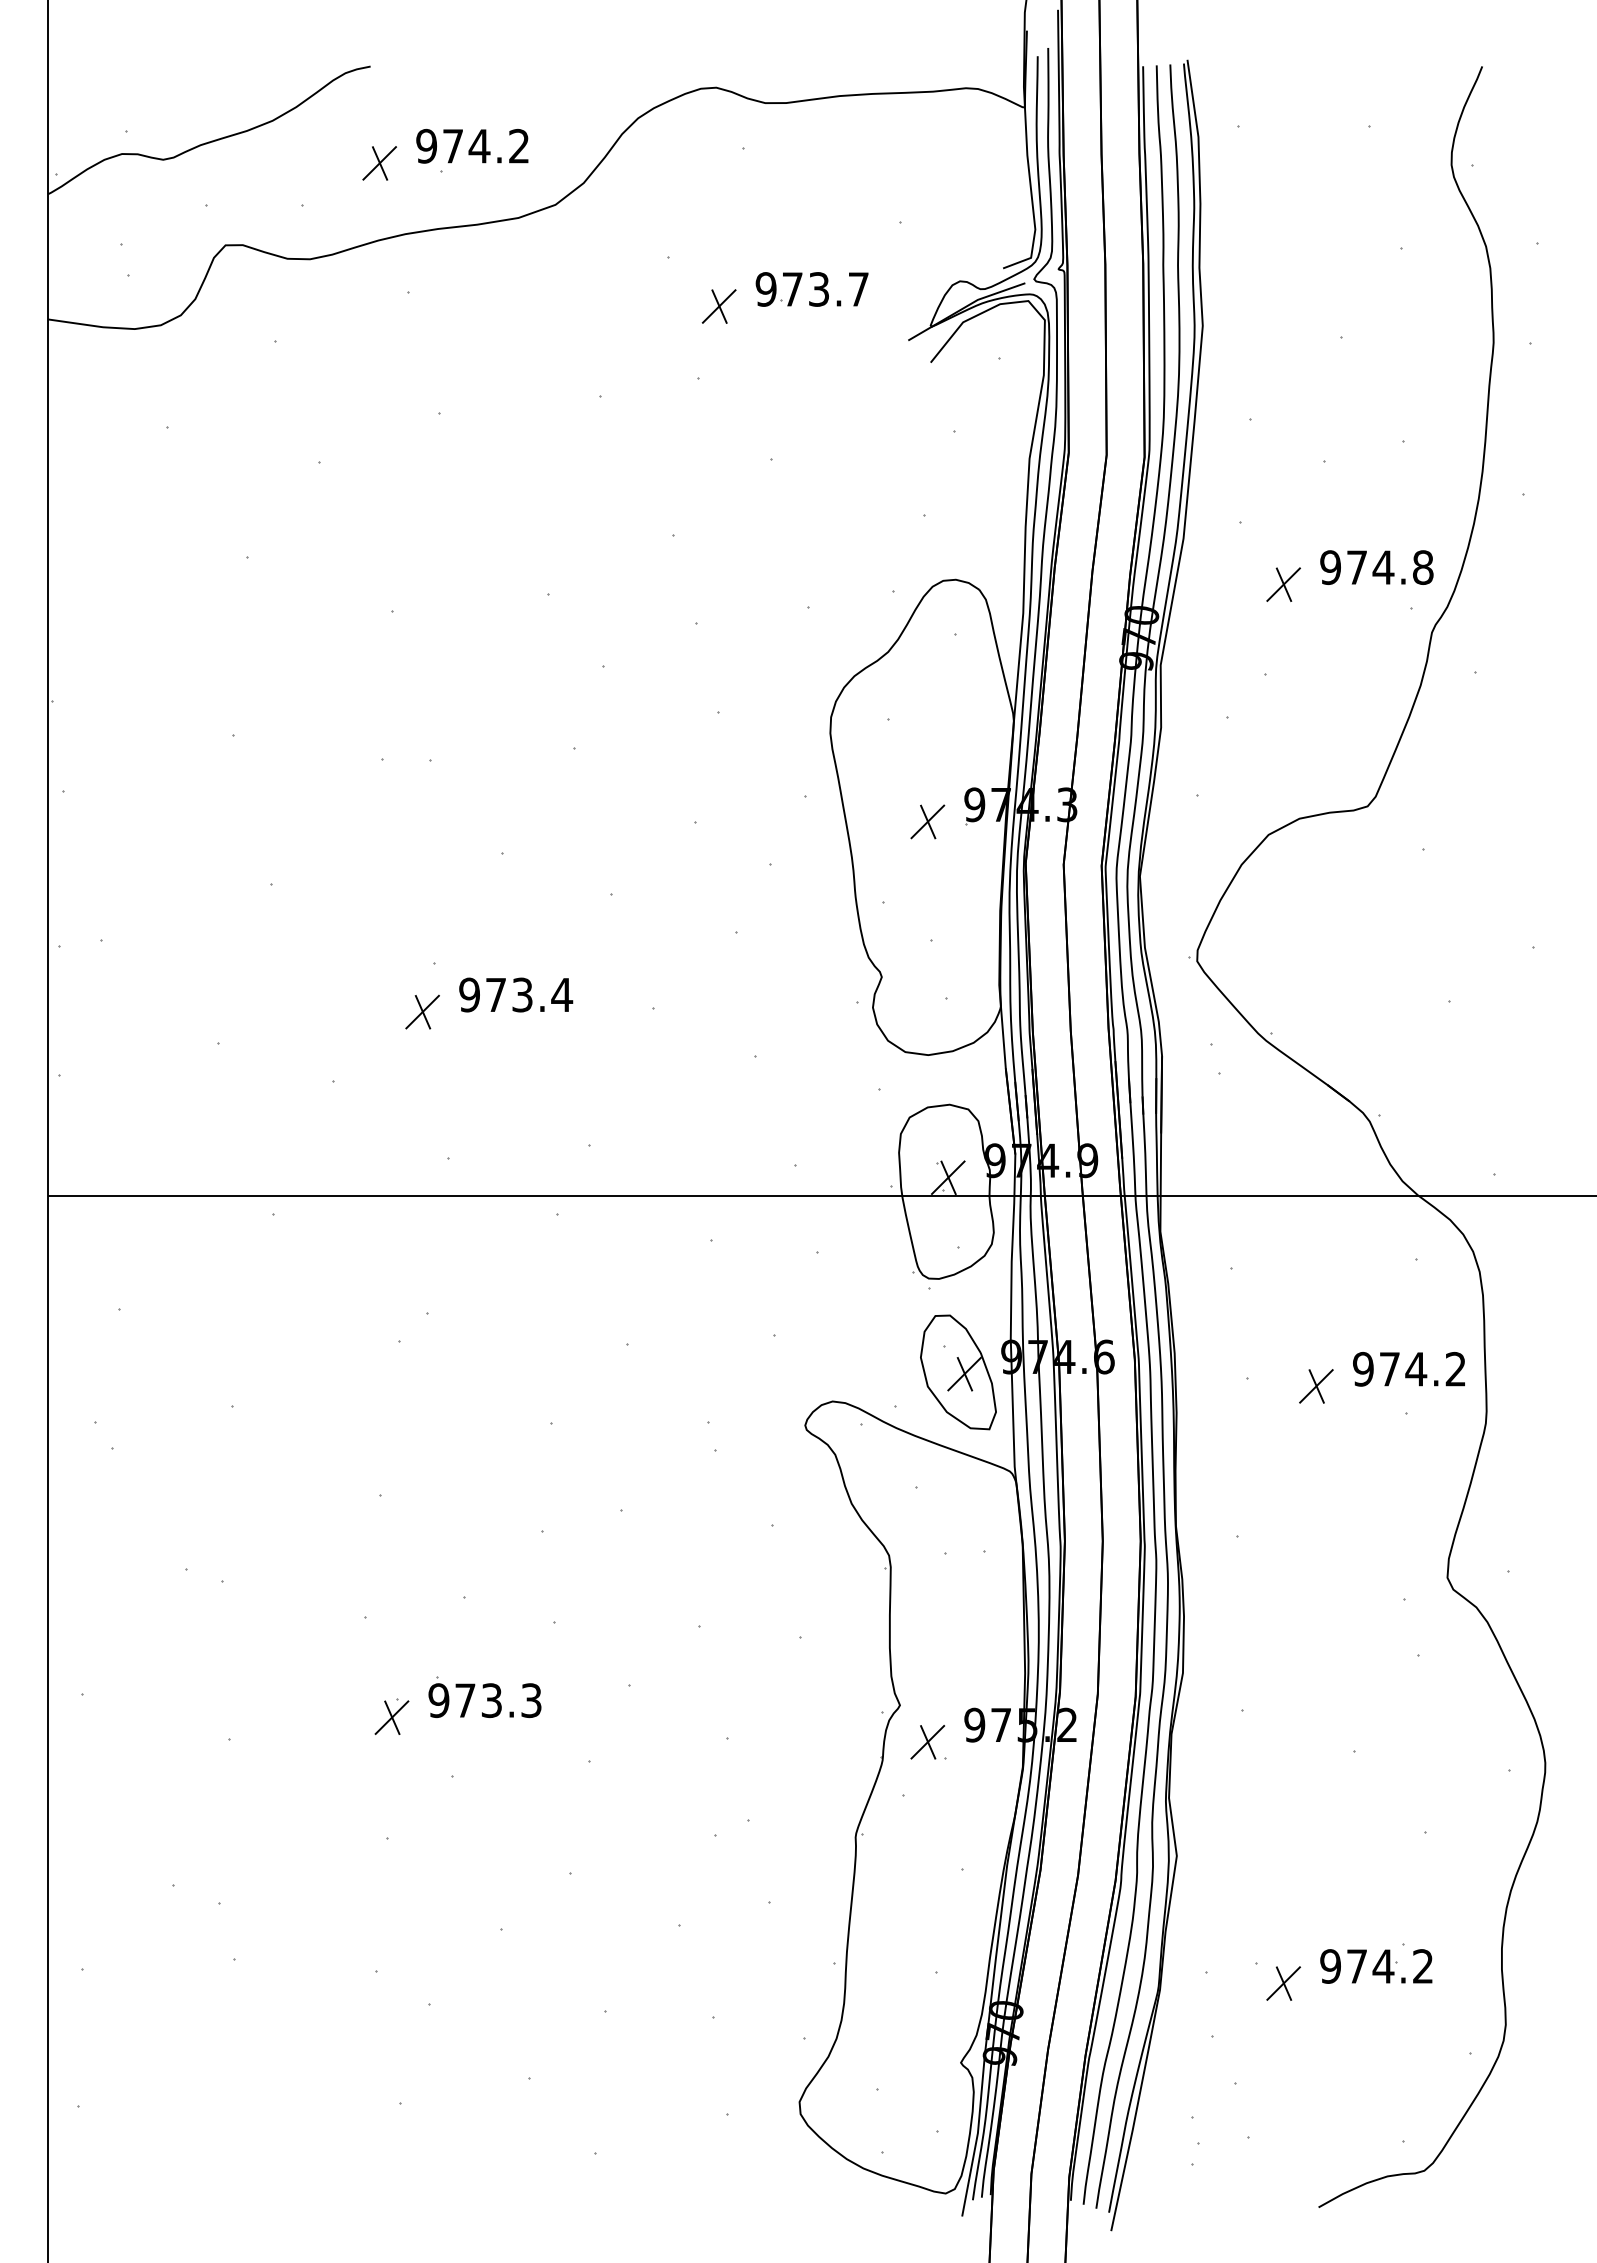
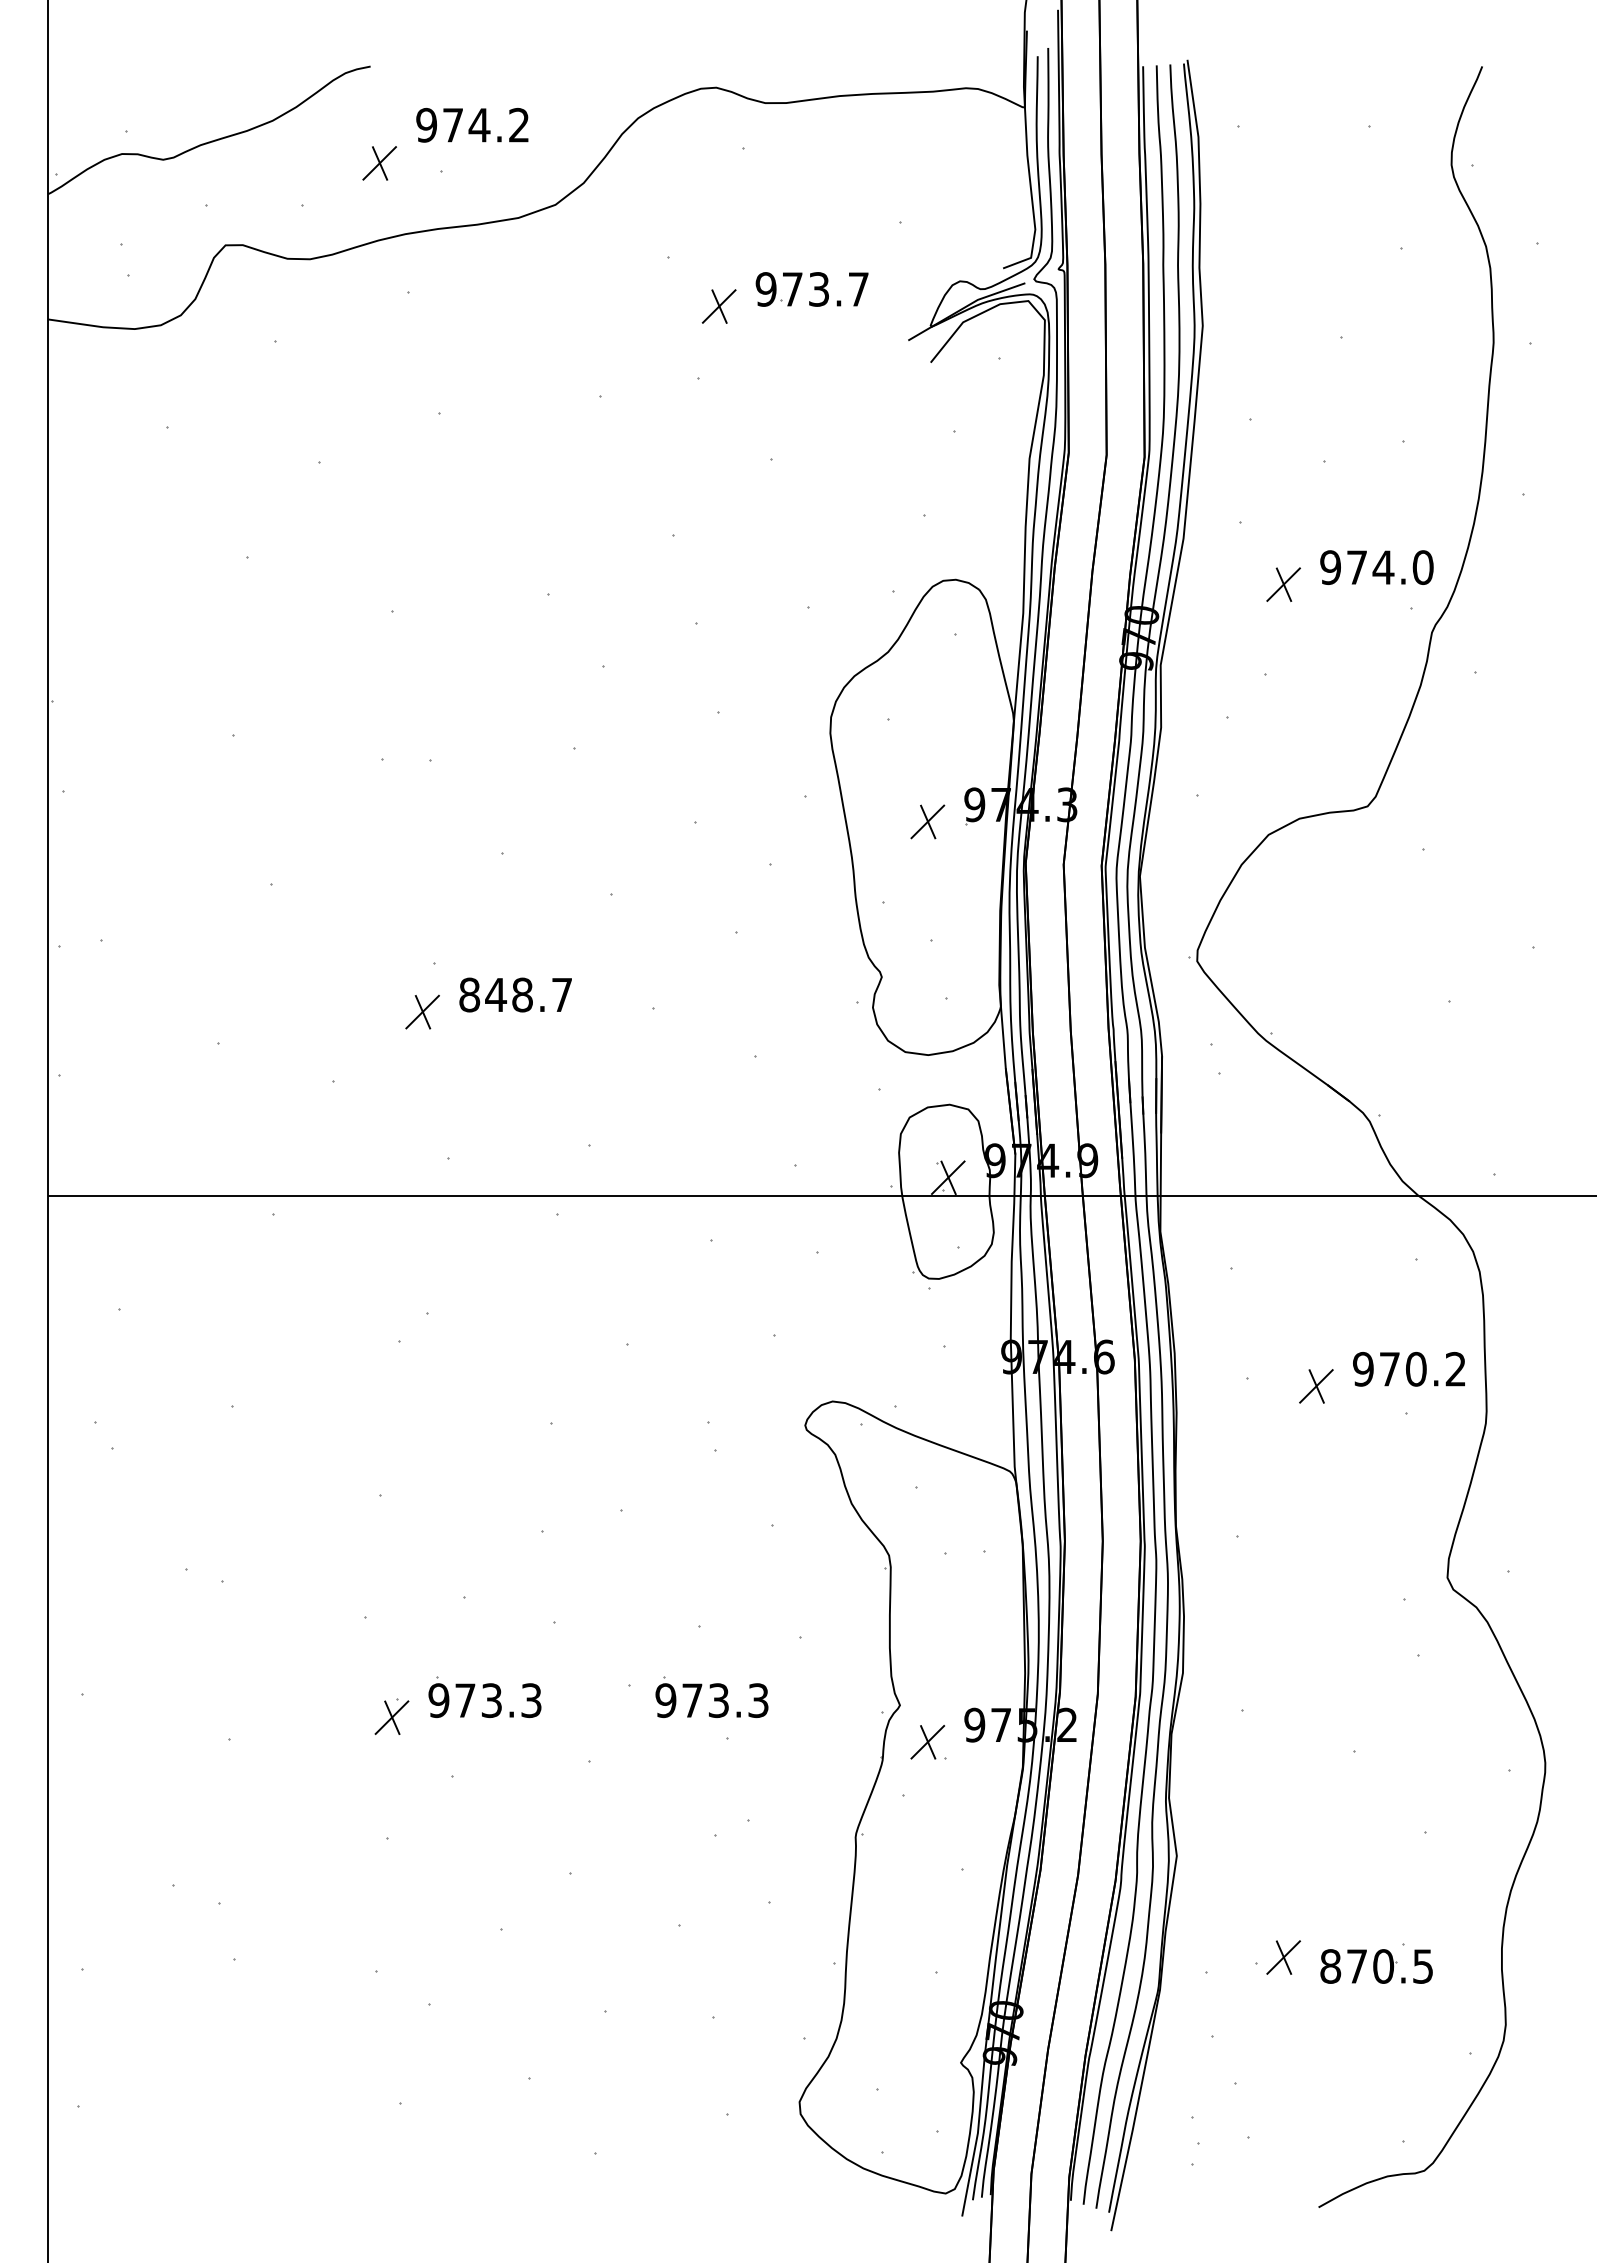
text at (472, 146) position: (472, 146) -> (472, 125)
text at (1422, 567): 974.8 -> 974.0
text at (516, 994): 973.4 -> 848.7
text at (1416, 1368): 974.2 -> 970.2
part at (958, 1372): present -> none
part at (711, 1696): none -> present
text at (1376, 1966): 974.2 -> 870.5
part at (1283, 1983) position: (1283, 1983) -> (1283, 1957)
